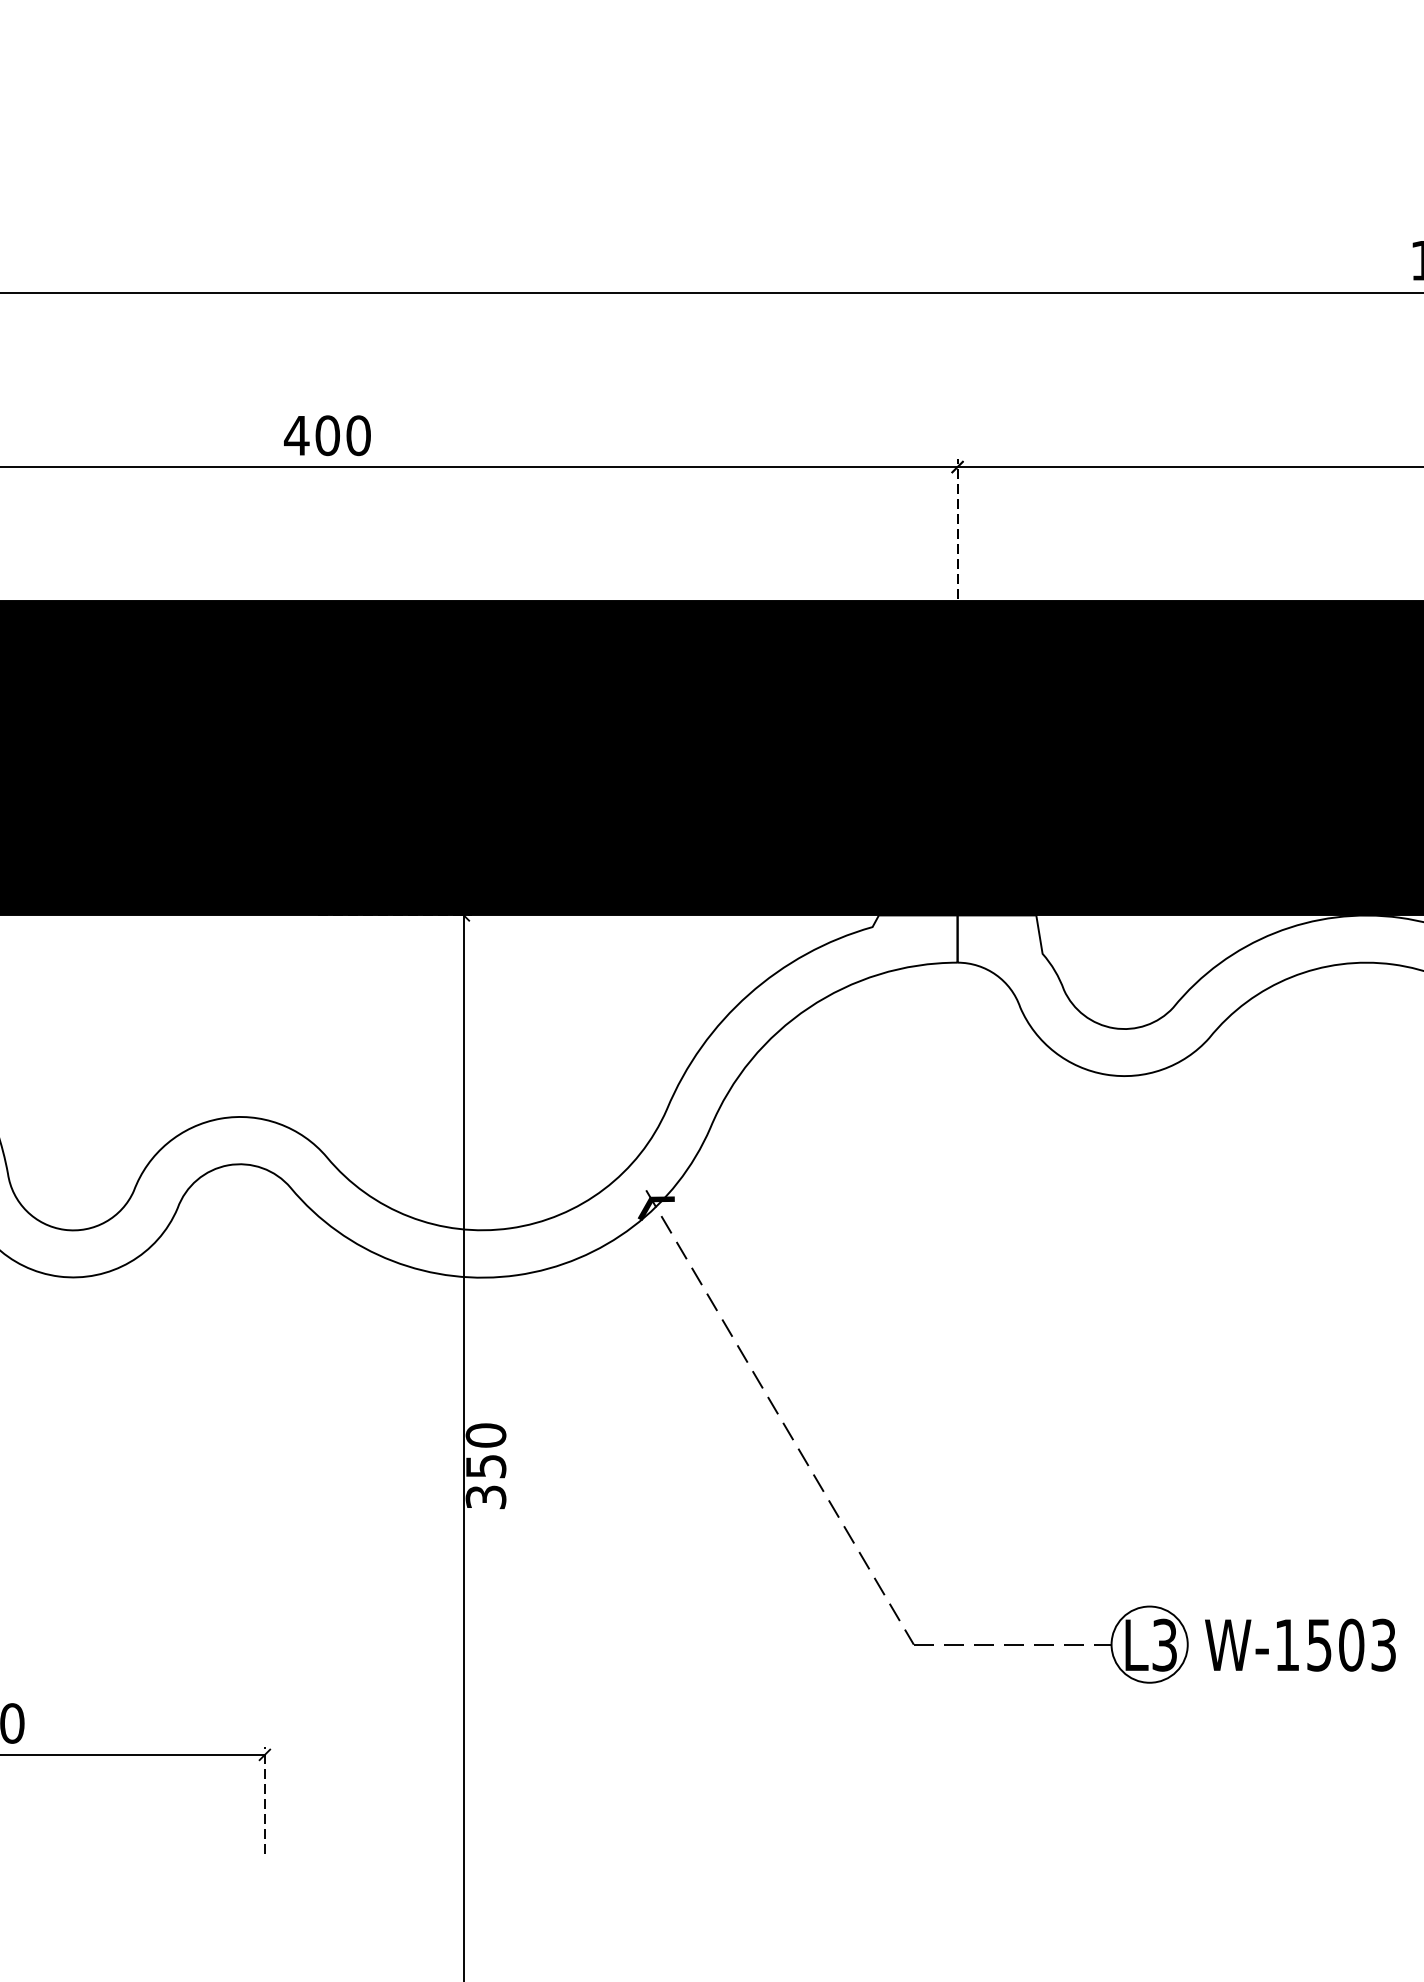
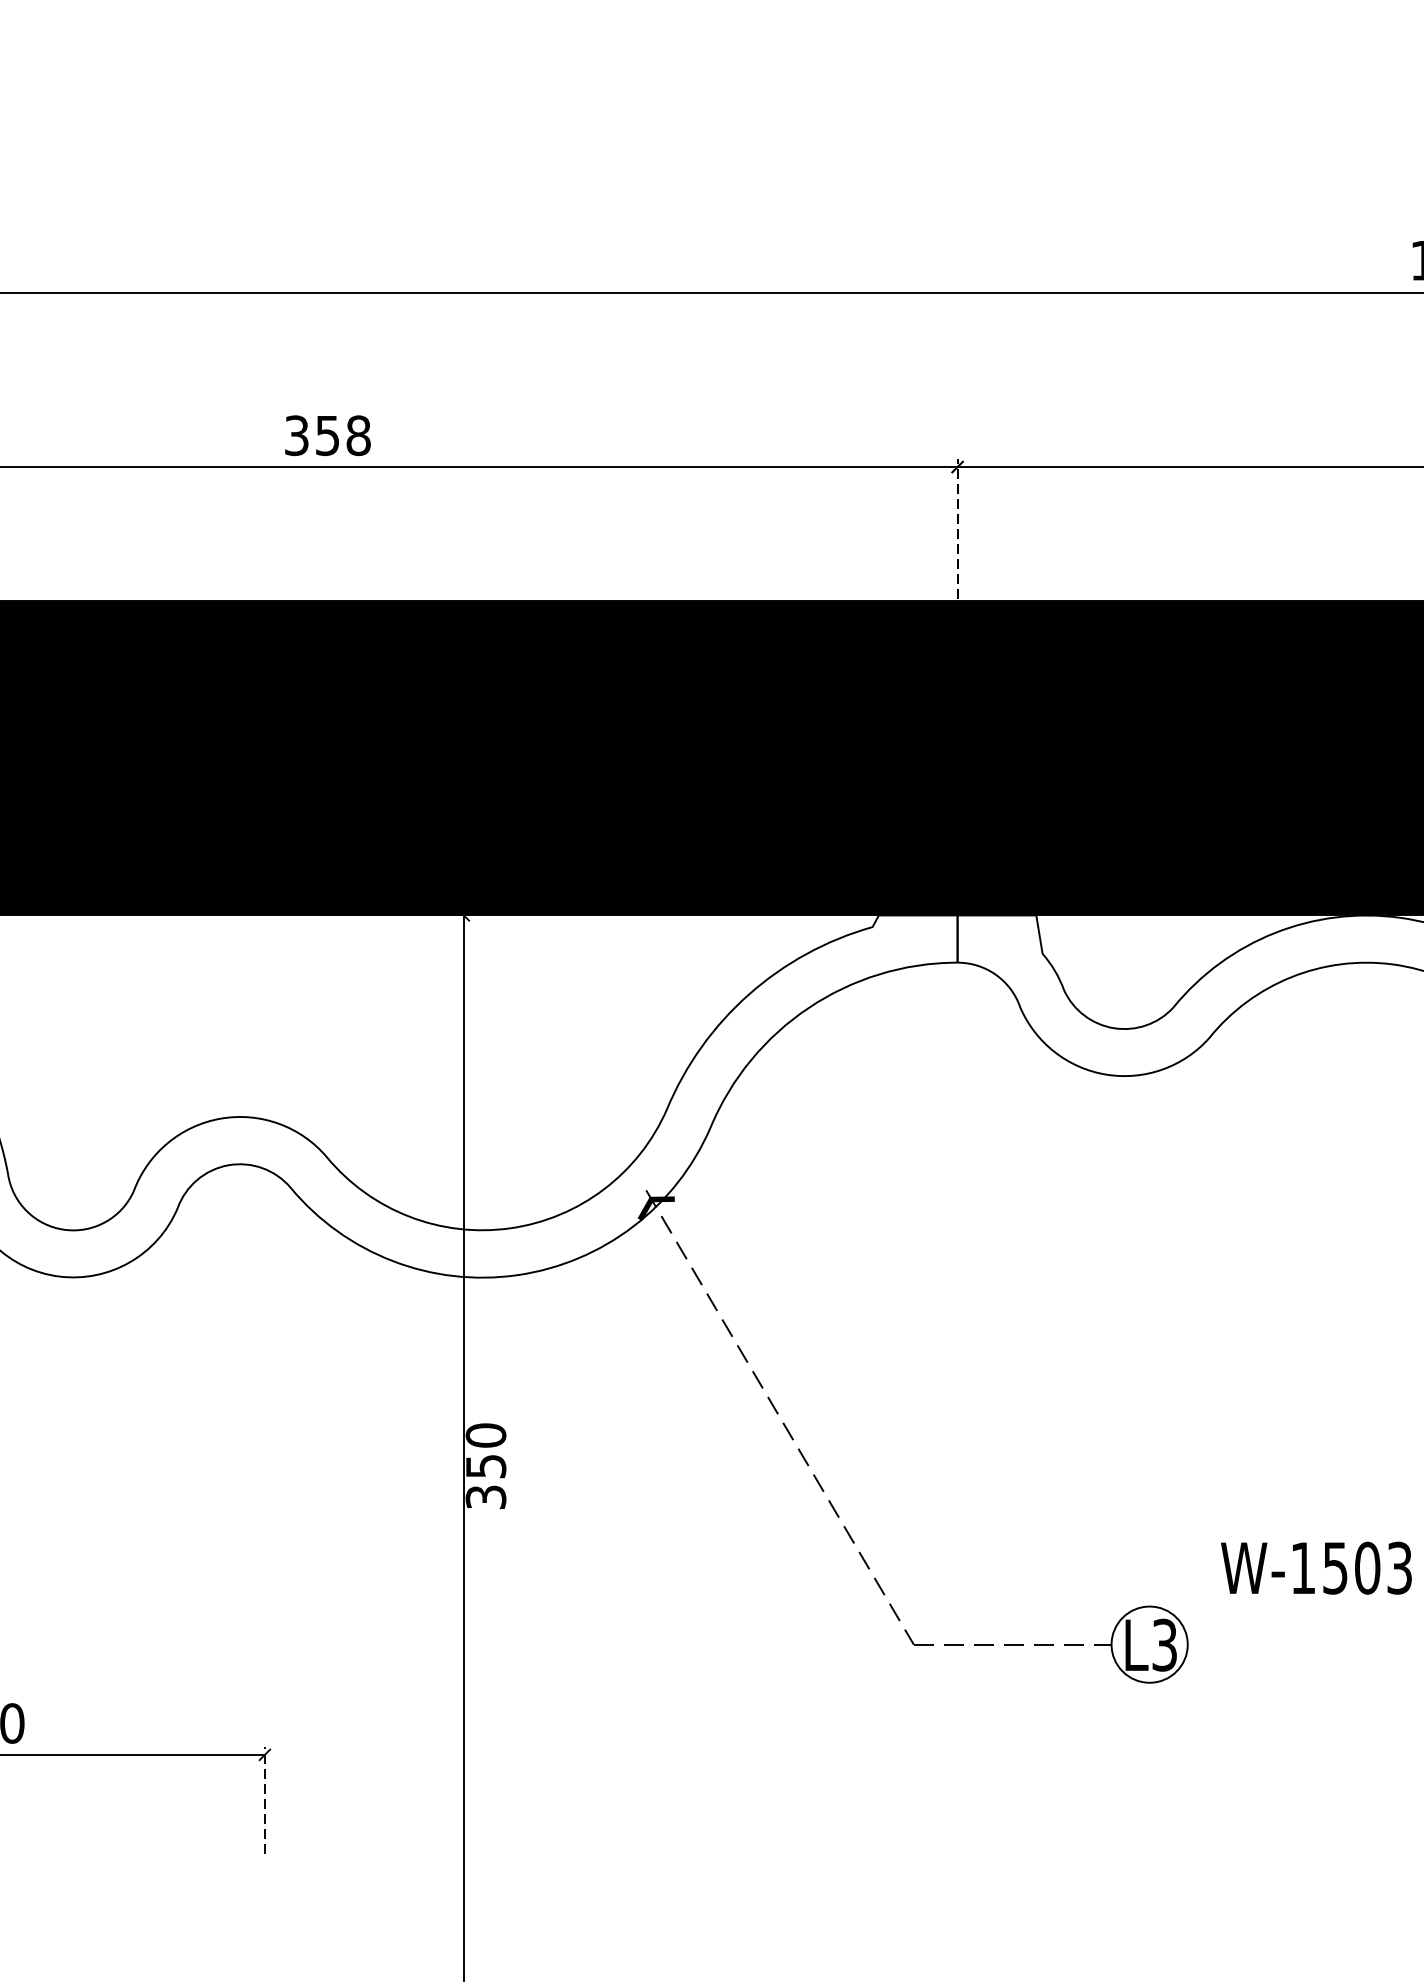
text at (327, 435): 400 -> 358
text at (1300, 1644) position: (1300, 1644) -> (1316, 1567)
